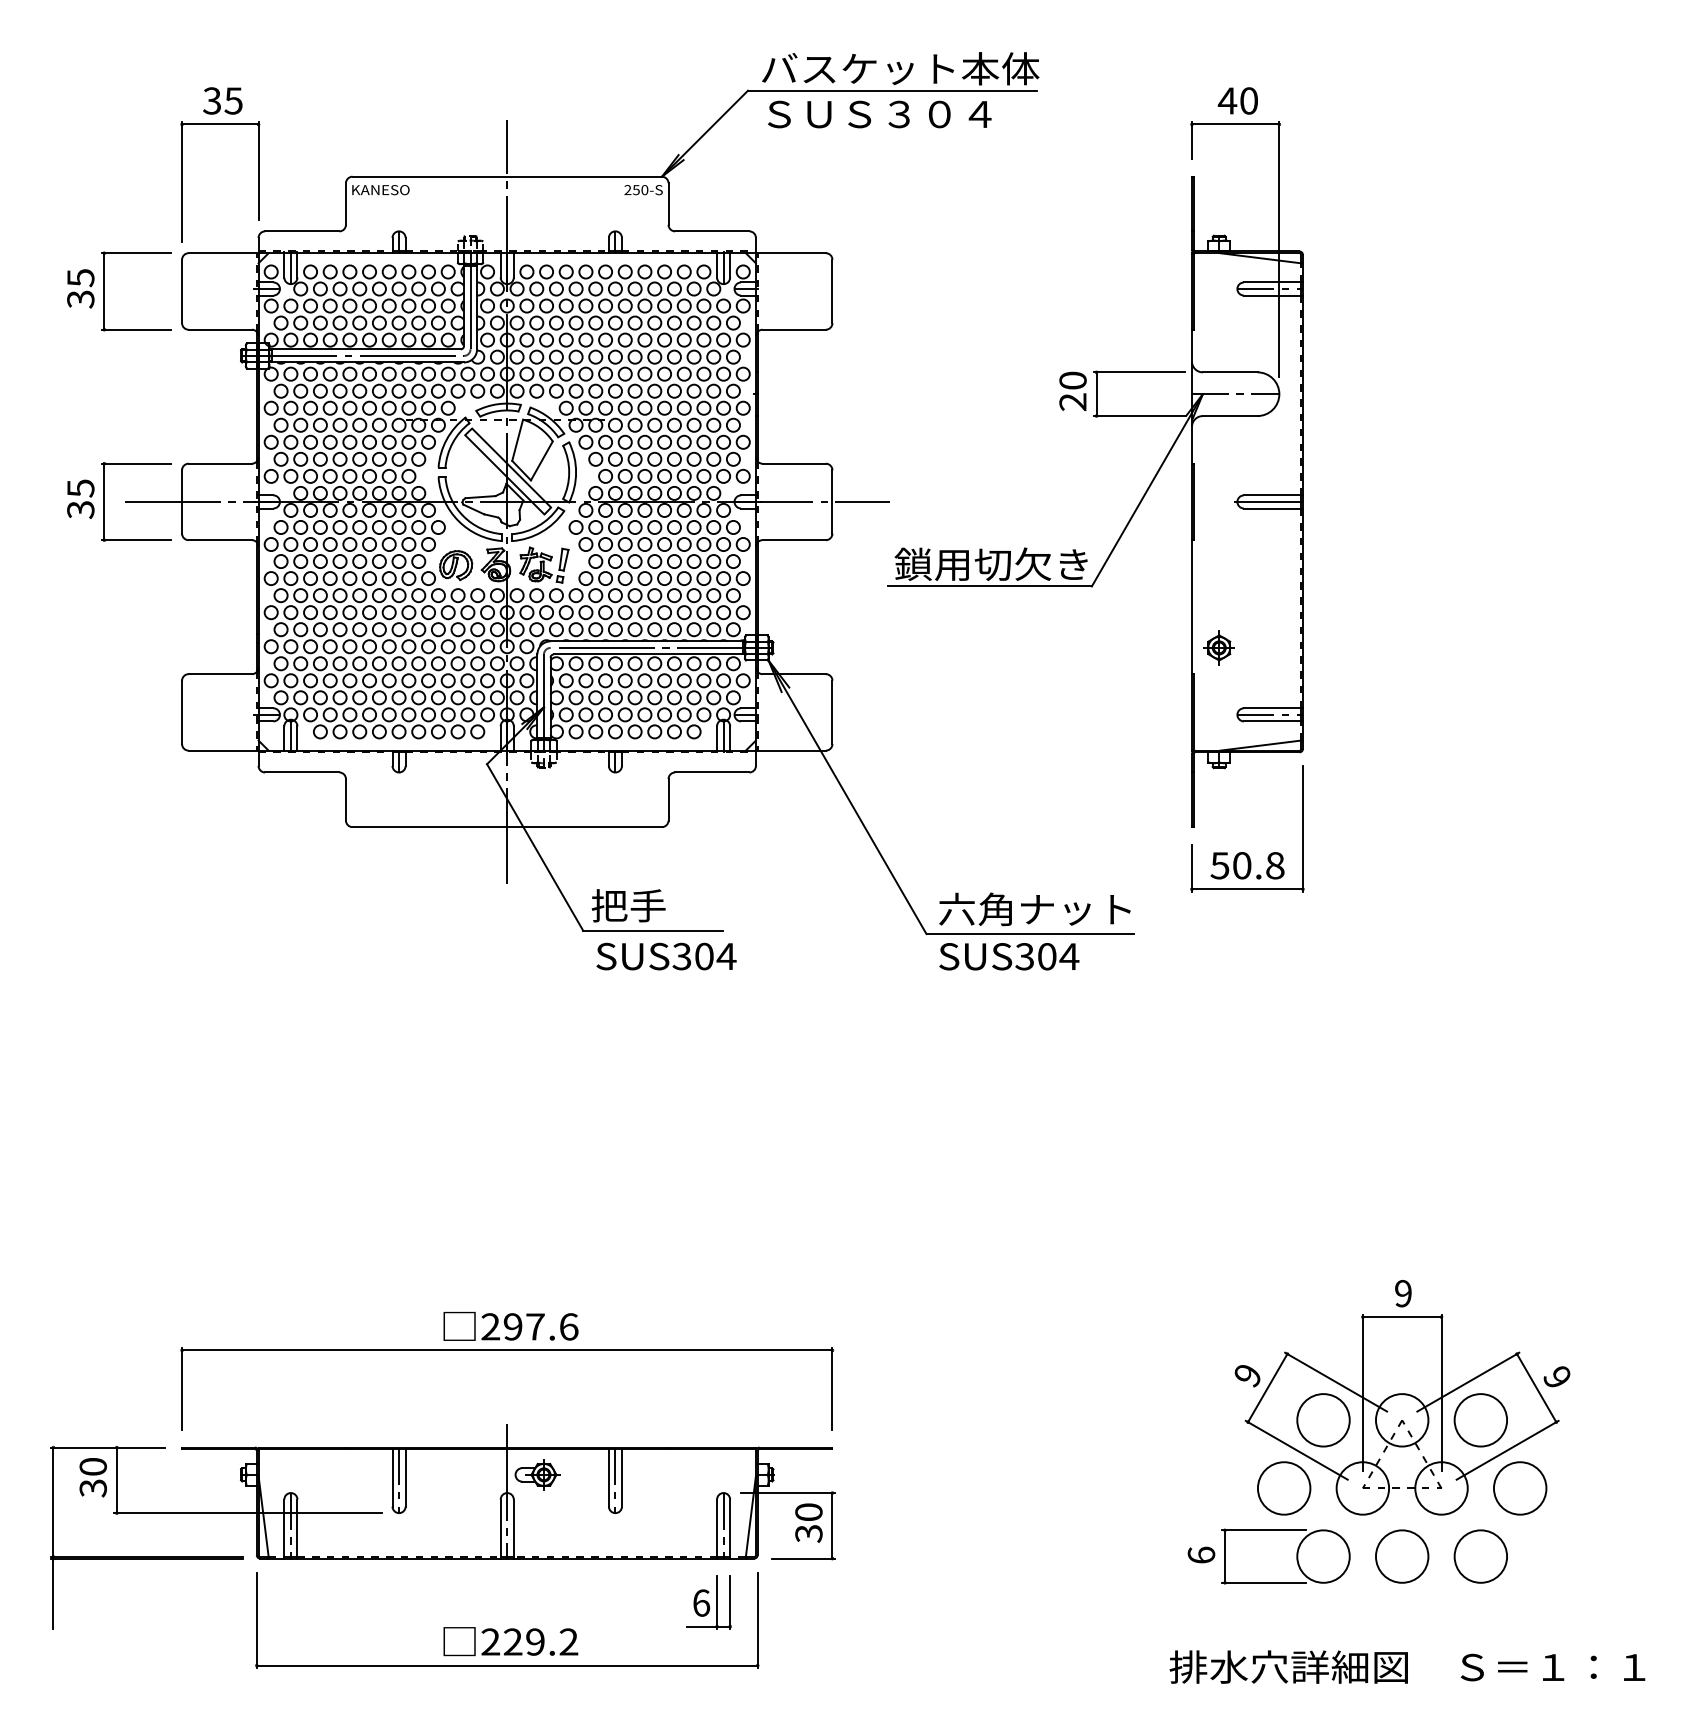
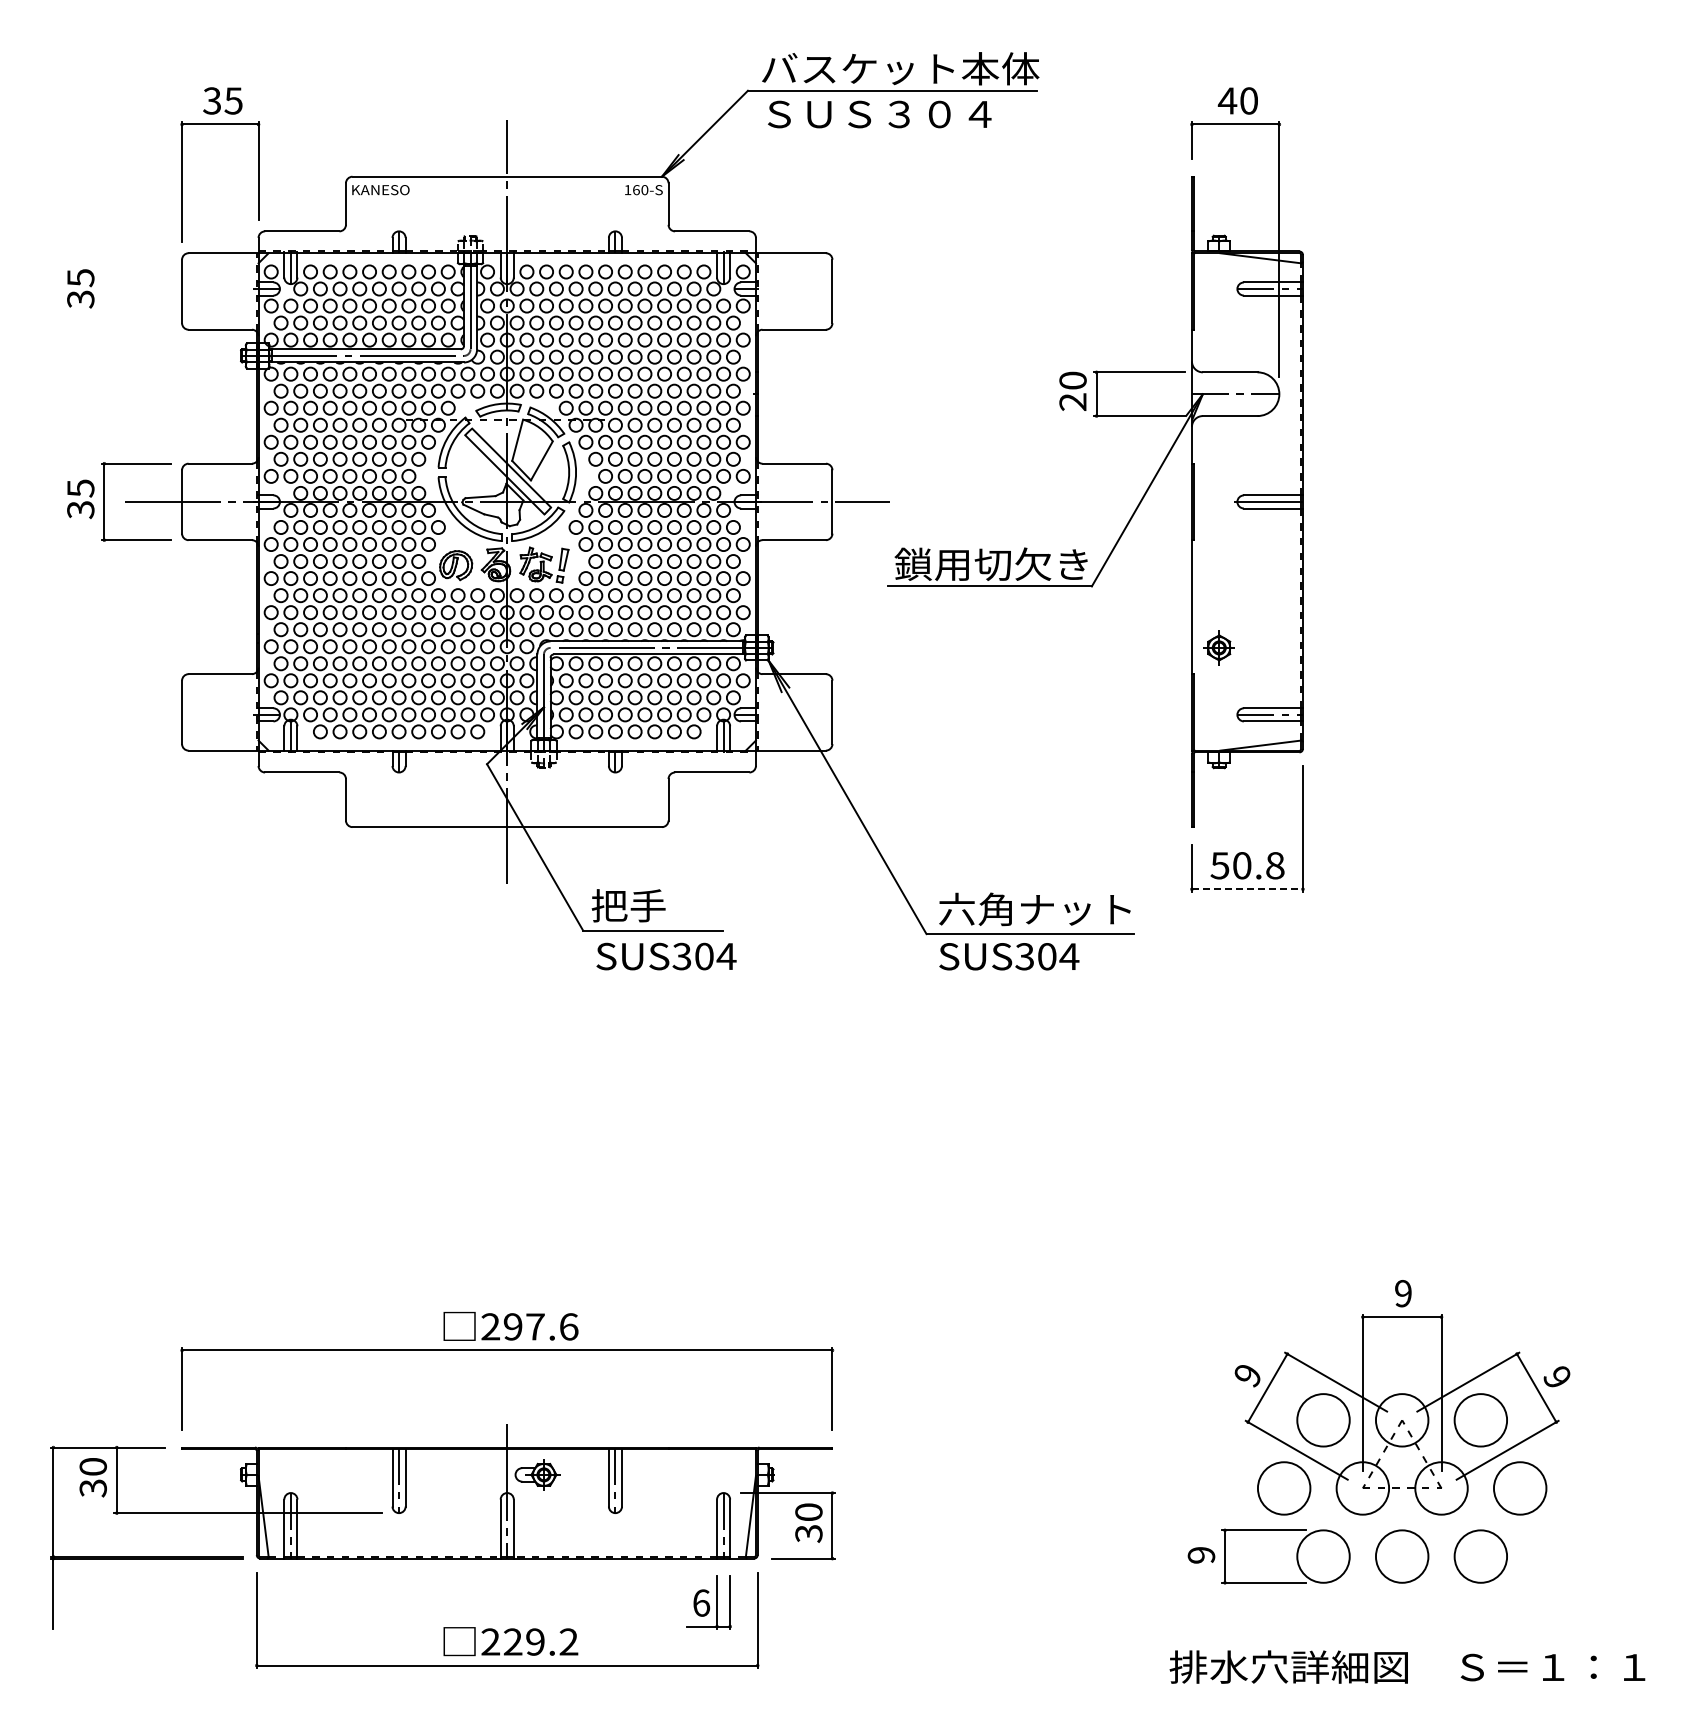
text at (631, 190): 250-S -> 160-S
part at (104, 291): present -> none
line at (1247, 889): solid -> dashed
text at (1201, 1554): 6 -> 9
